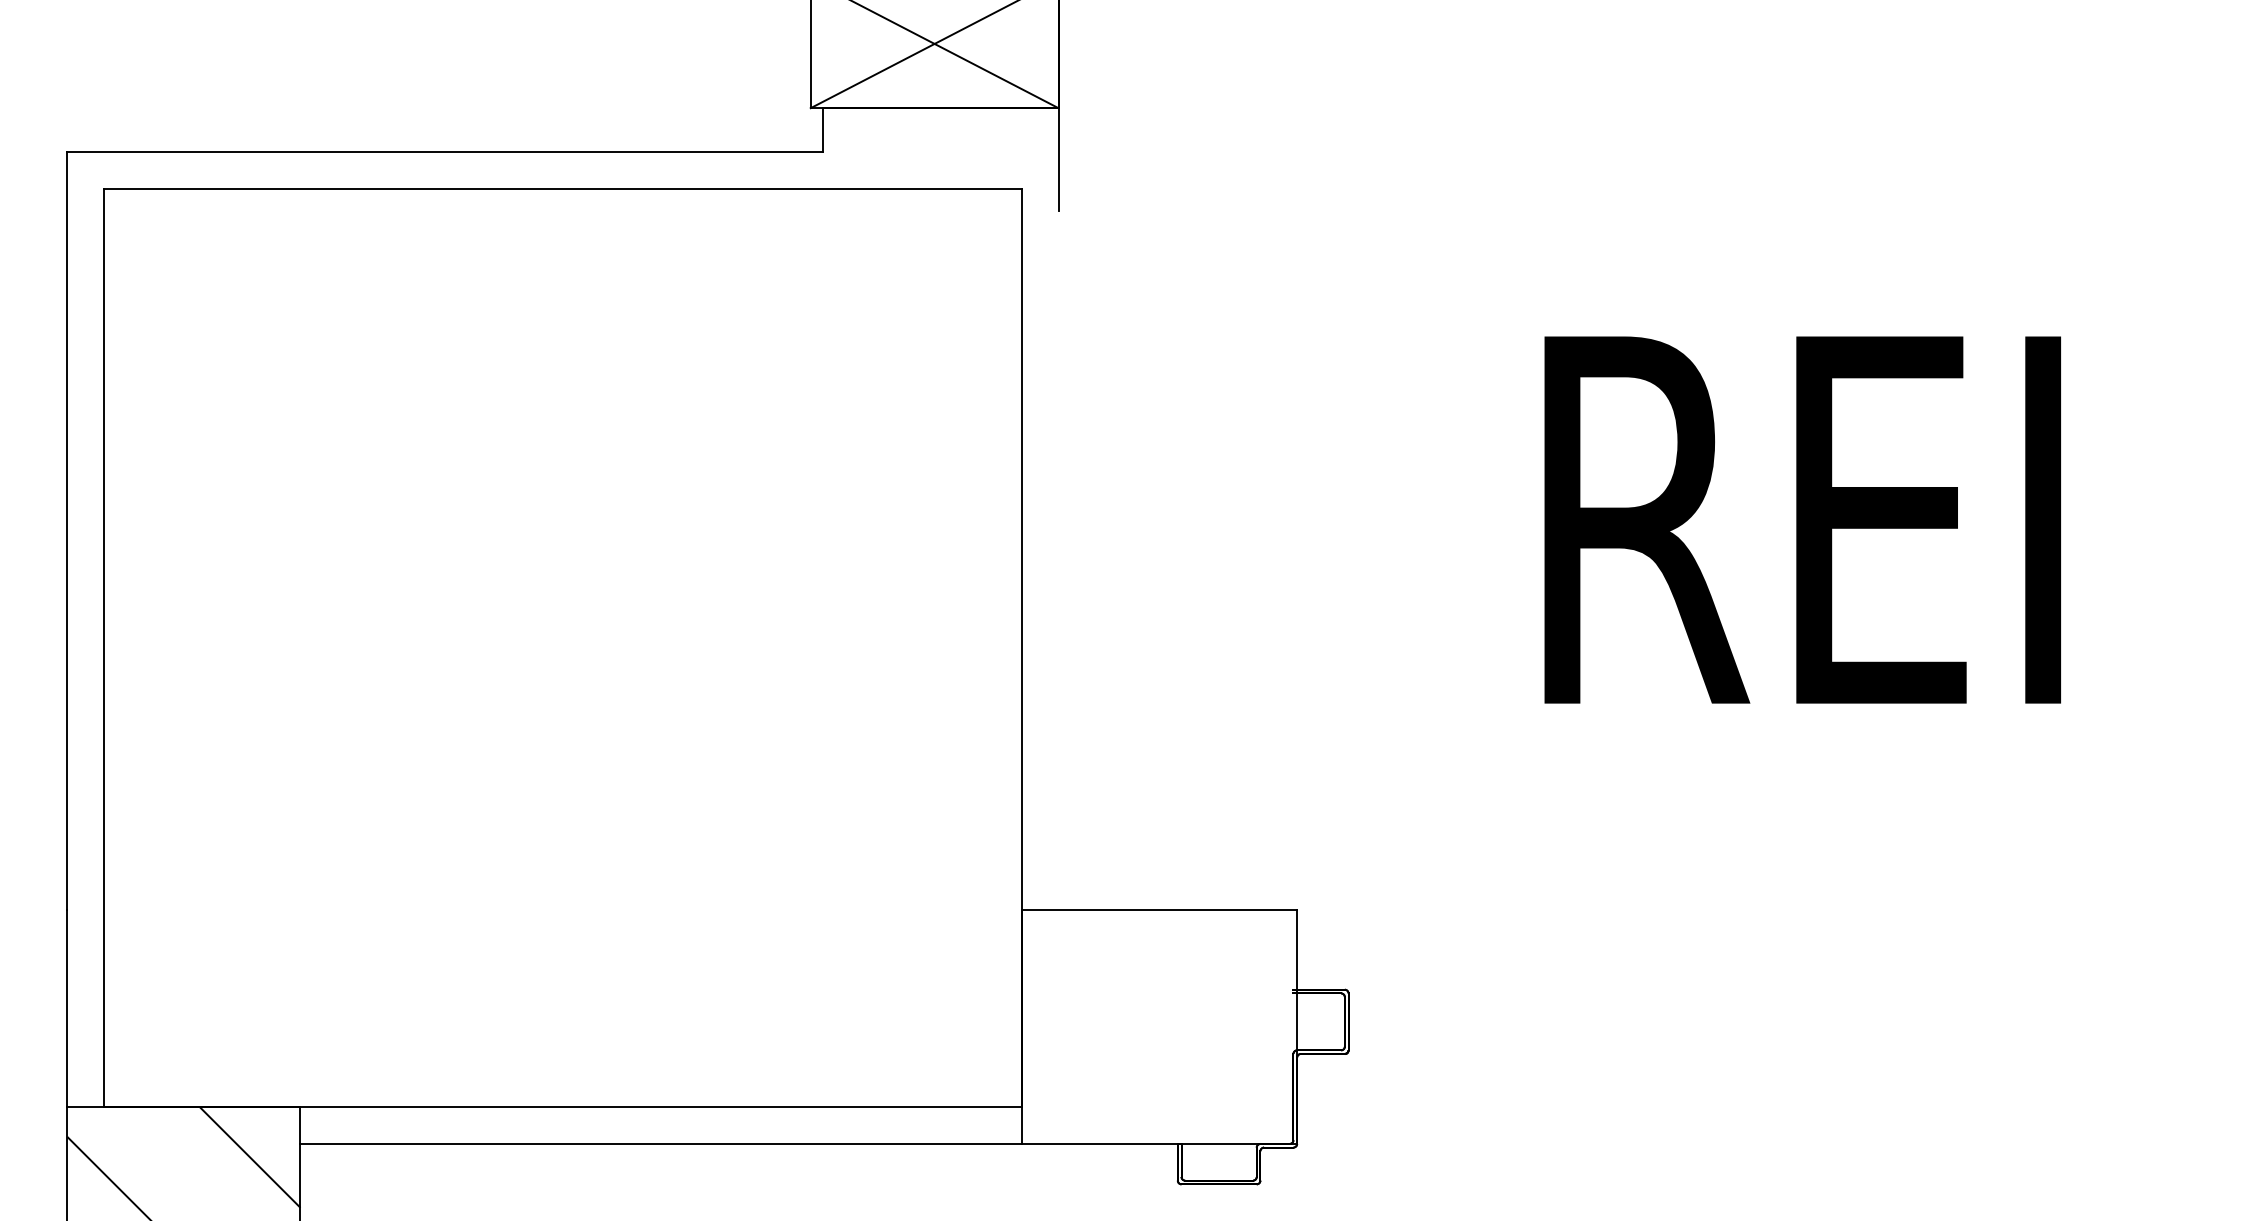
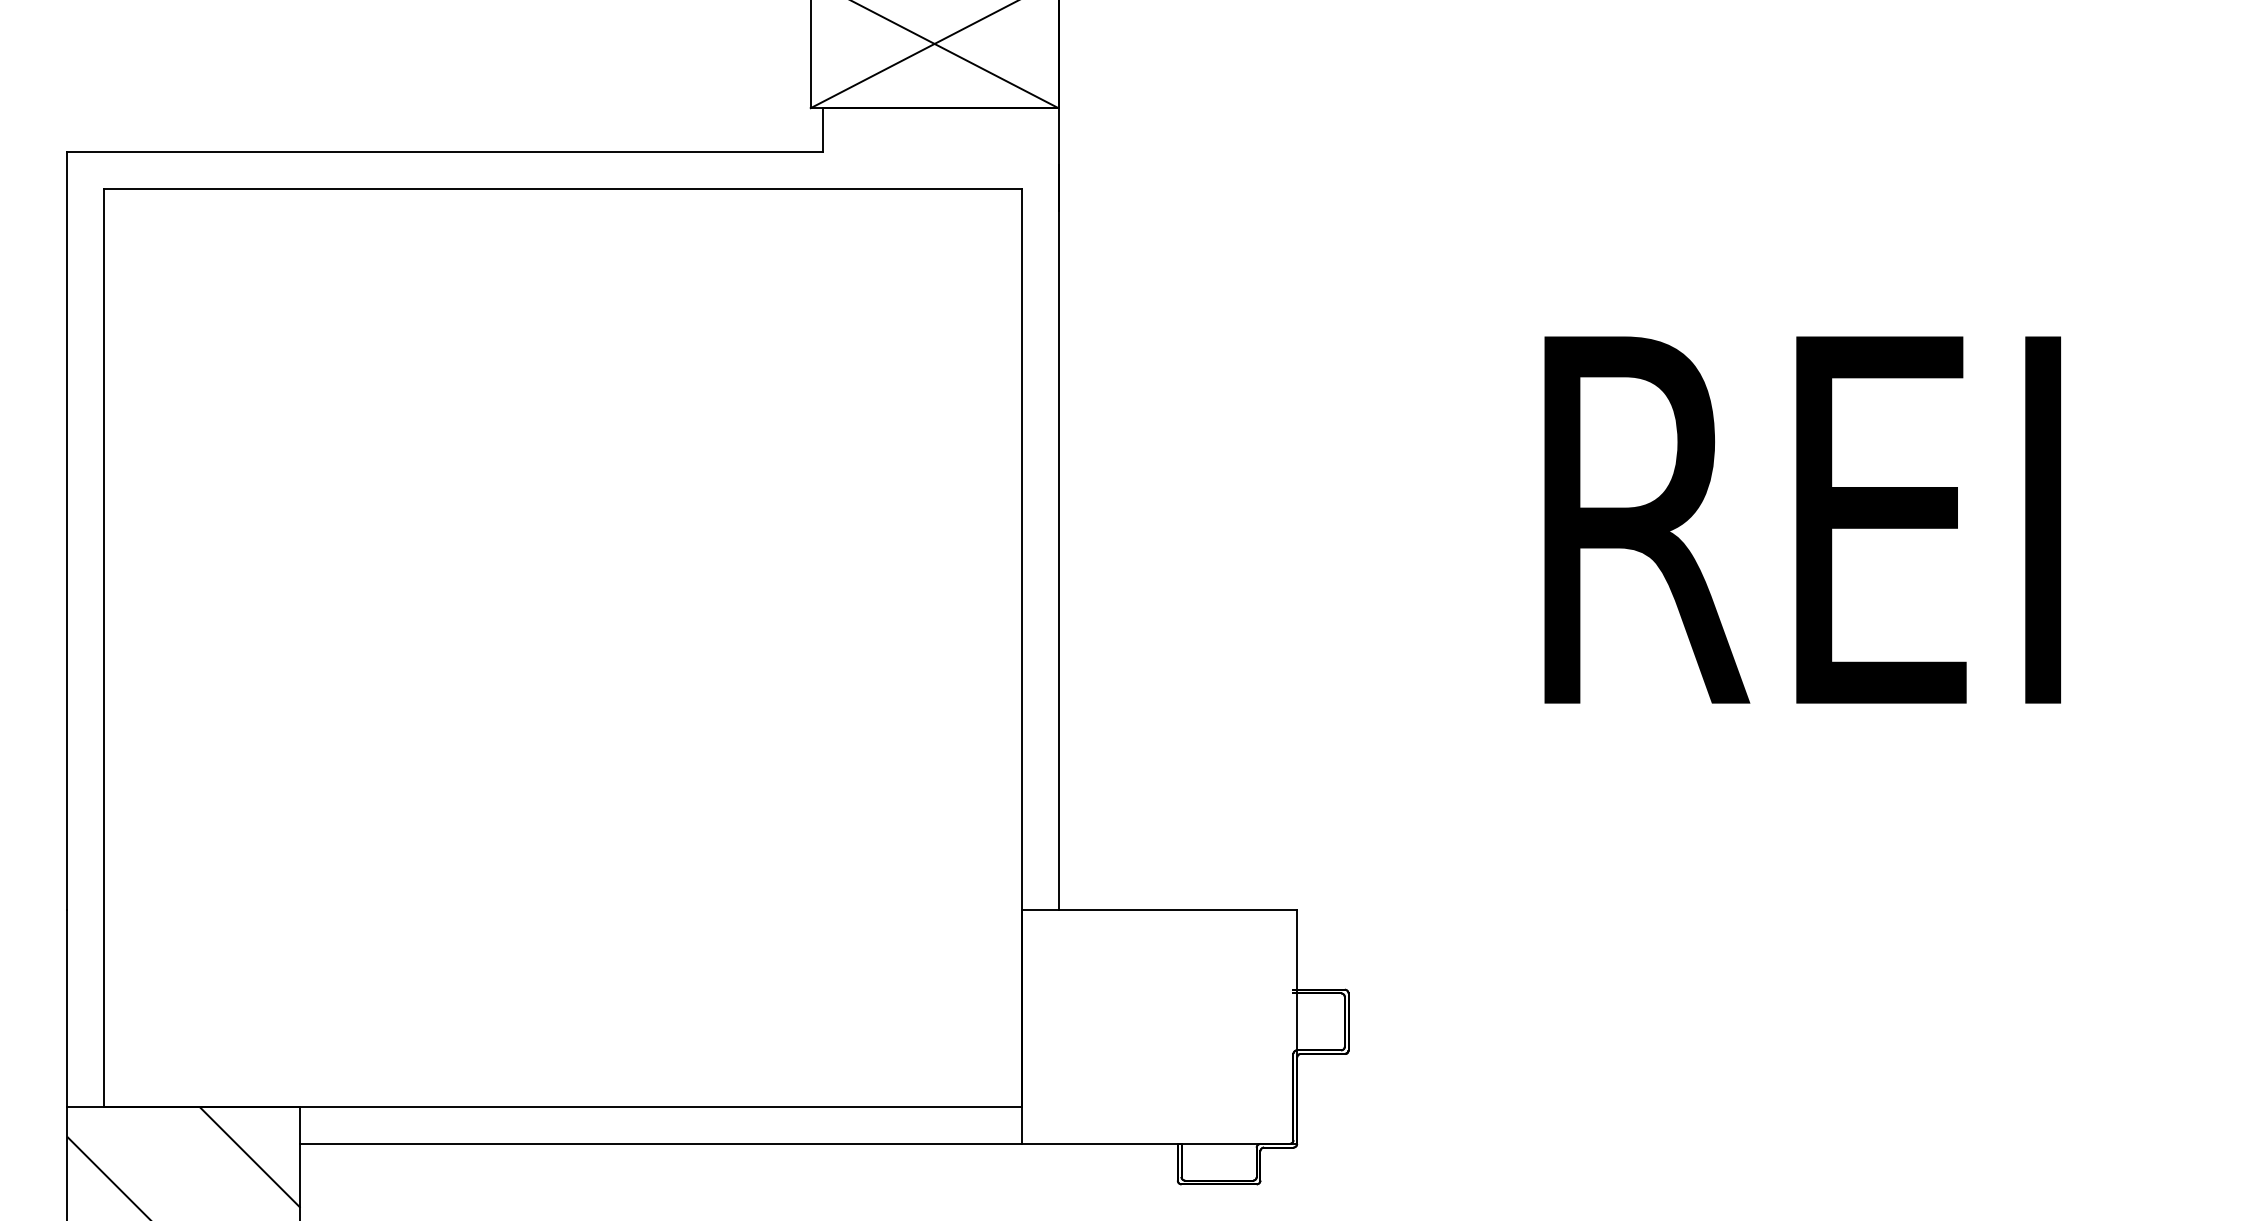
line at (1058, 537): none -> present
